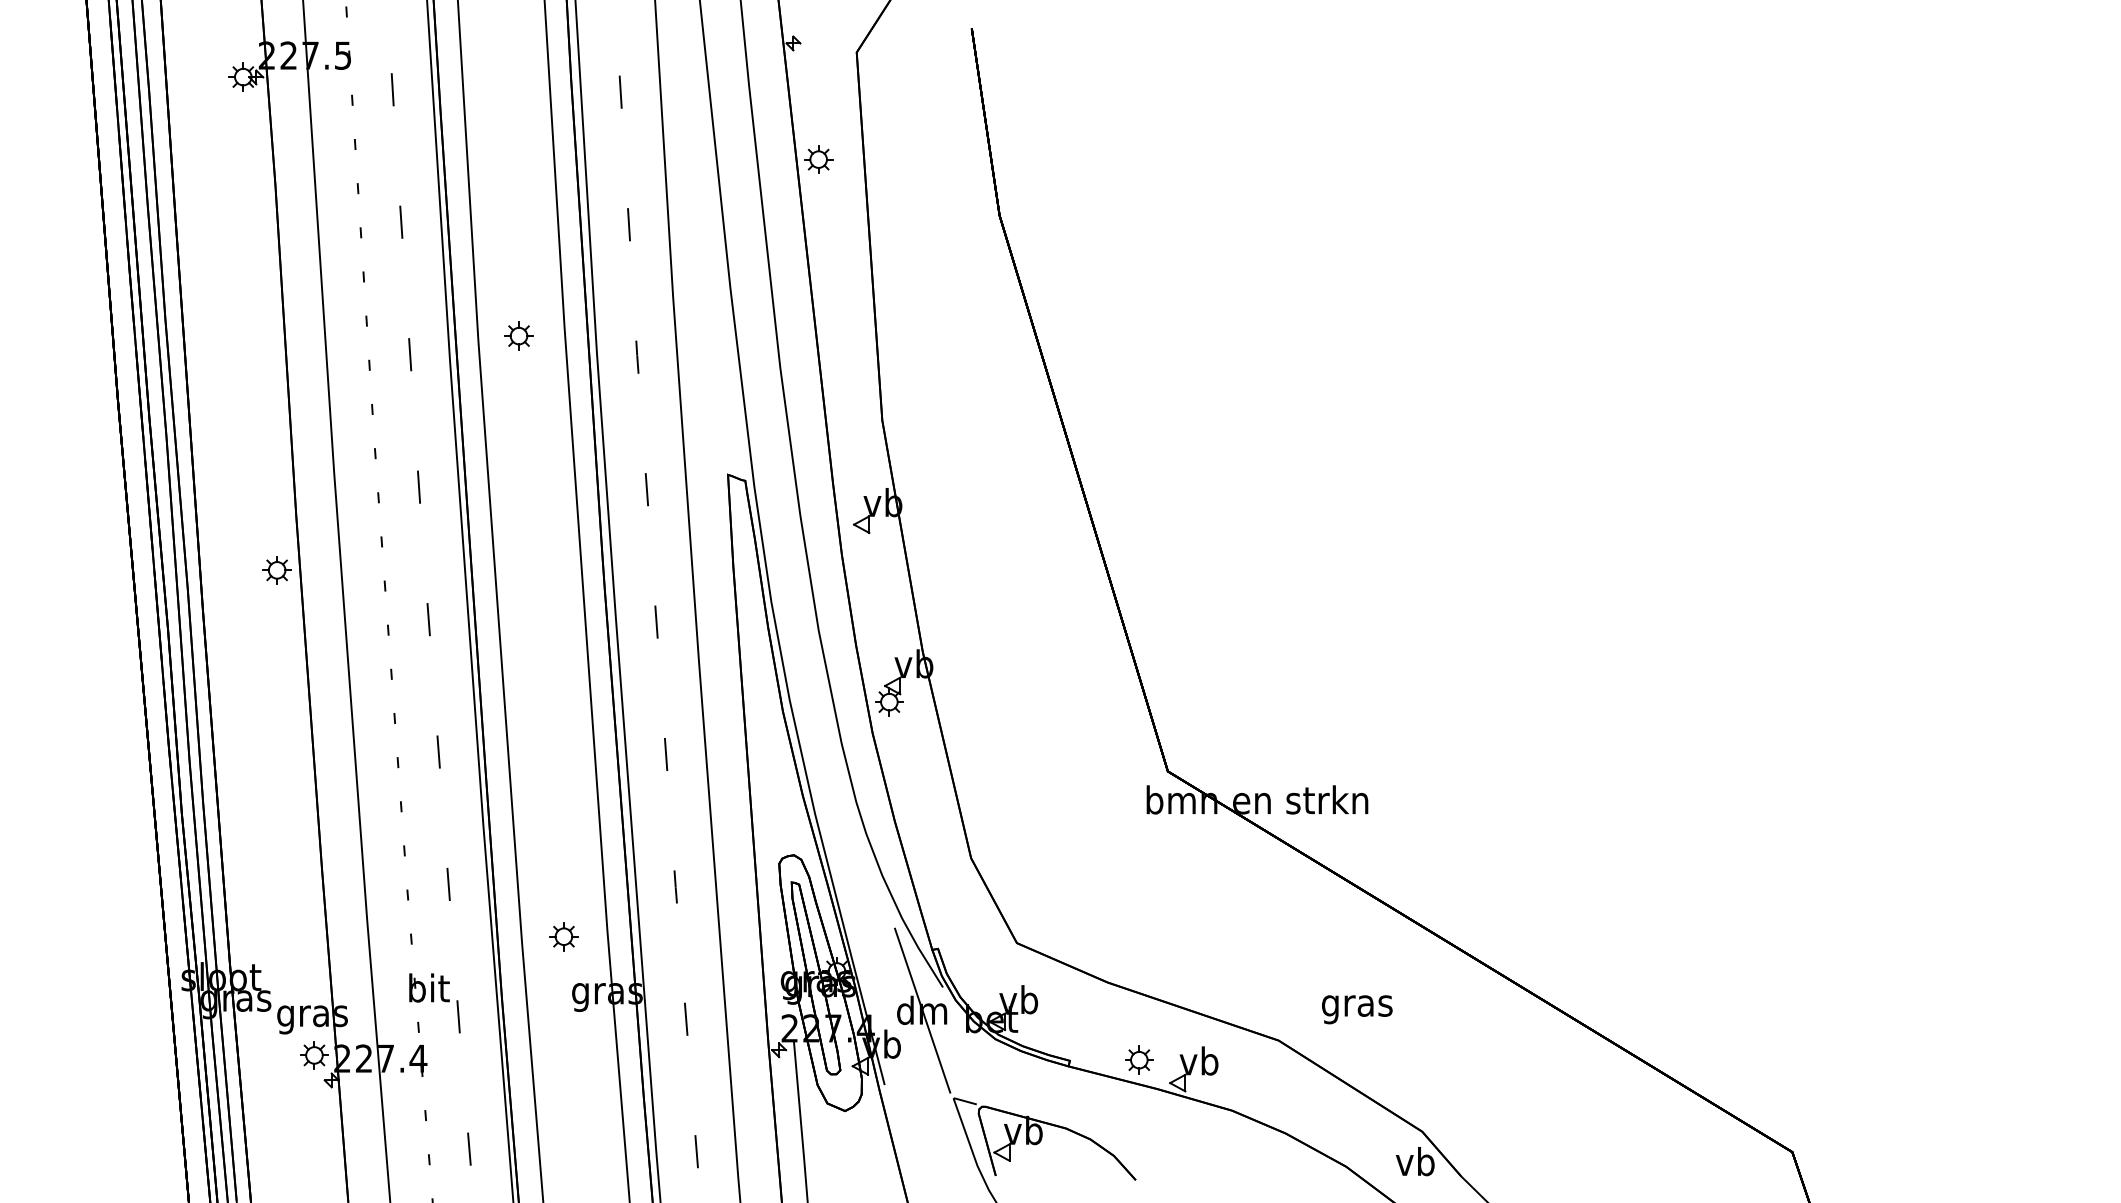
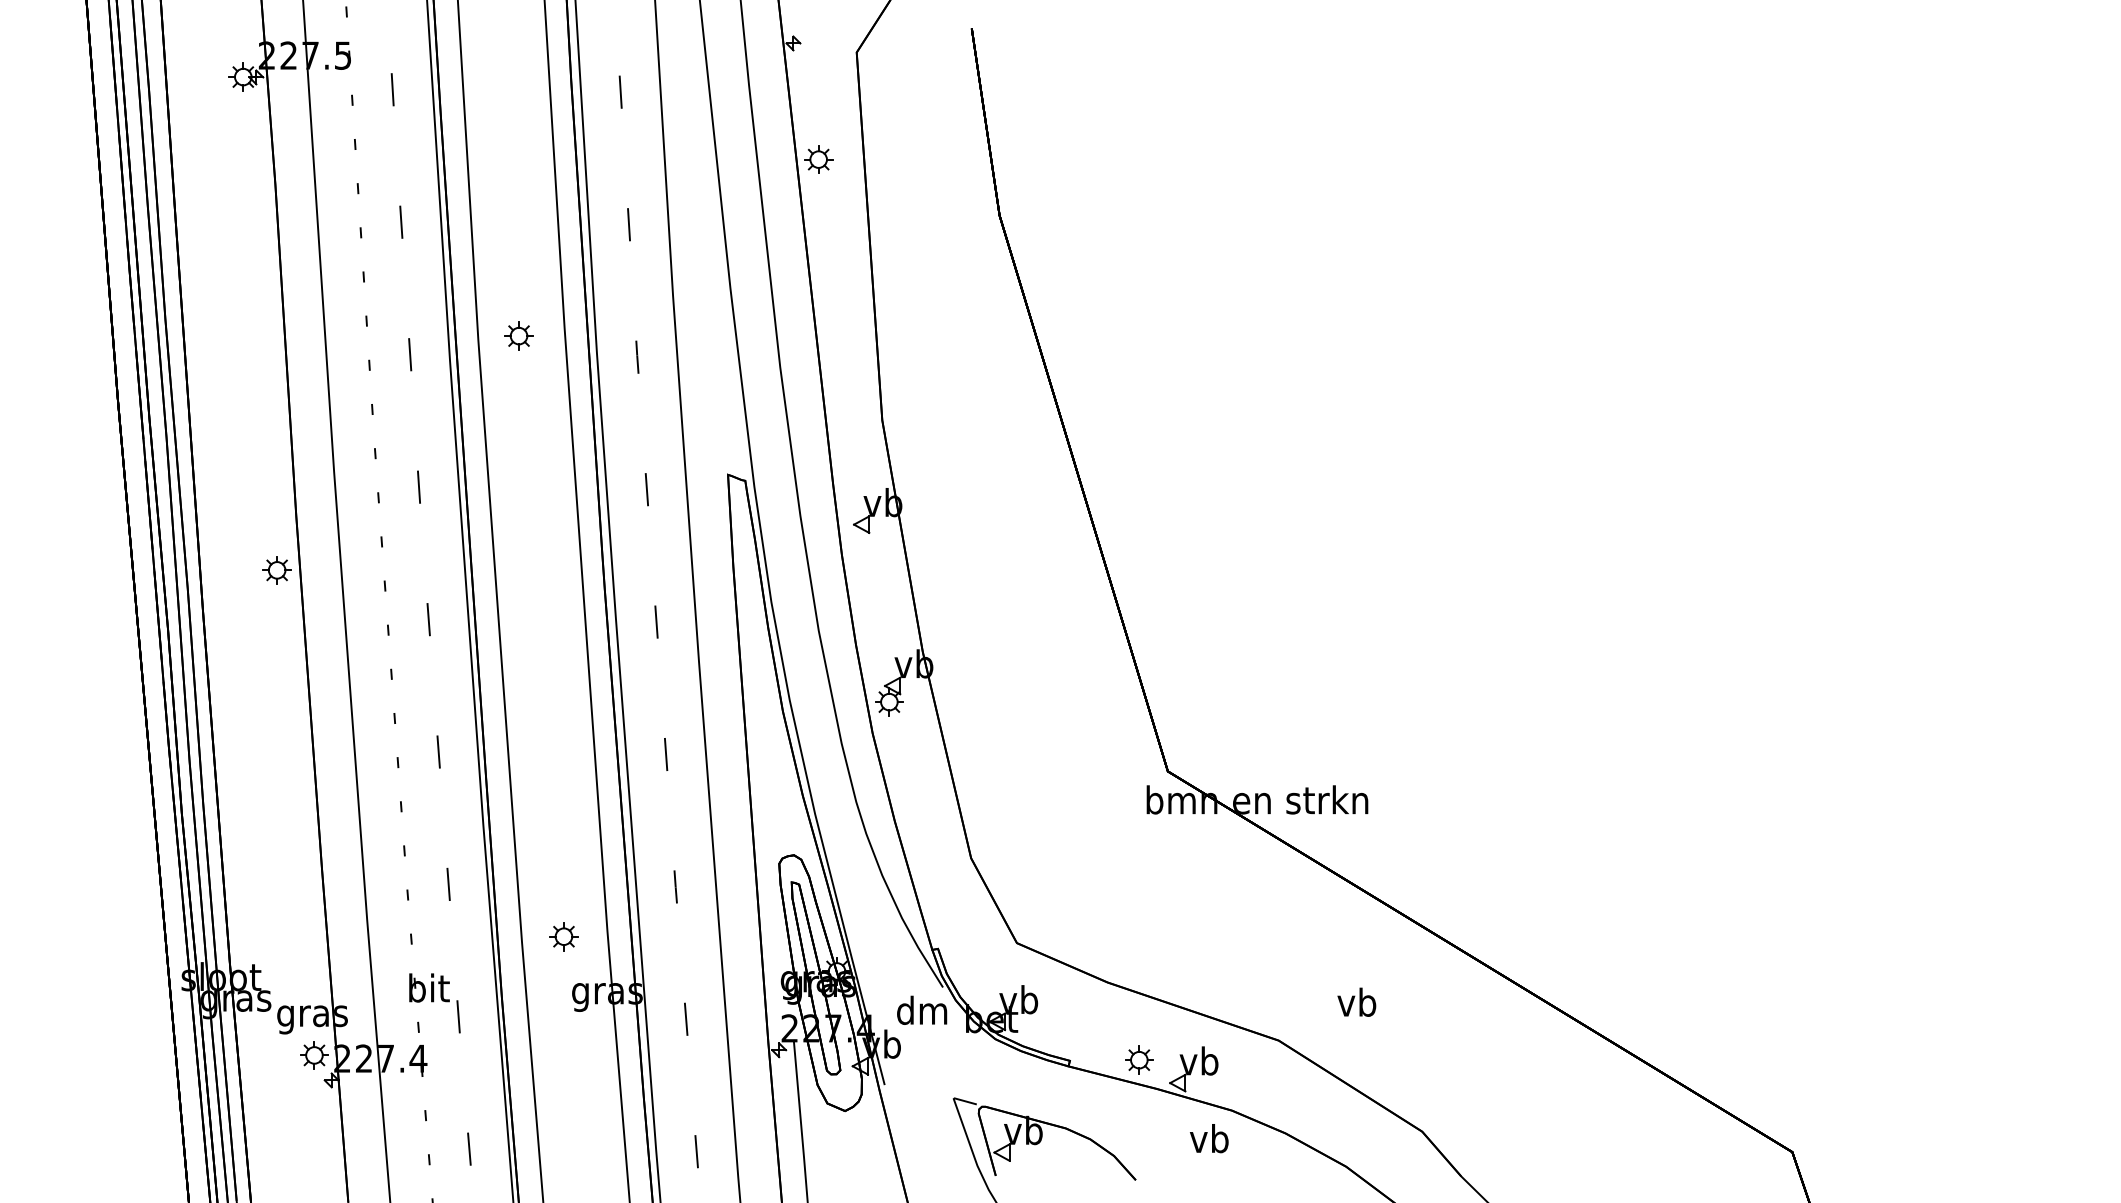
text at (1357, 1005): gras -> vb
line at (922, 1010): present -> none
text at (1415, 1161) position: (1415, 1161) -> (1209, 1138)
